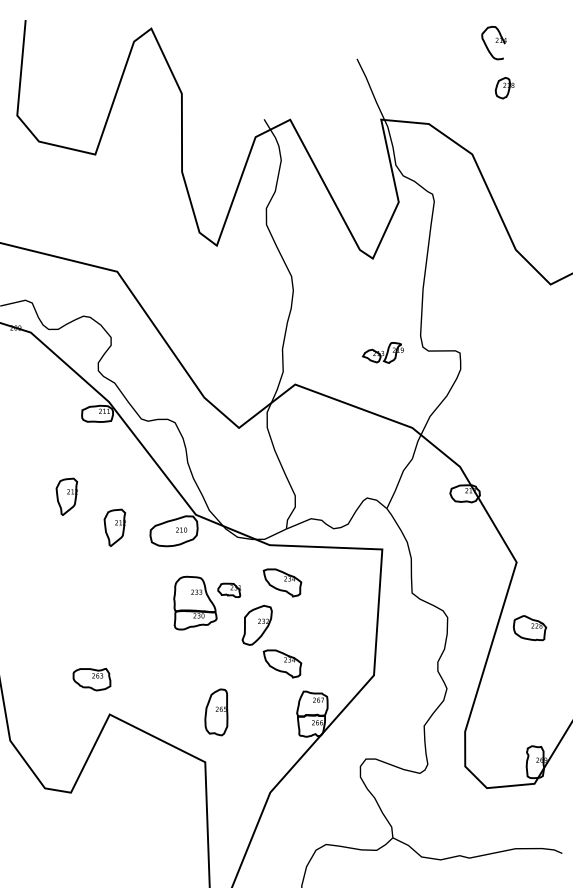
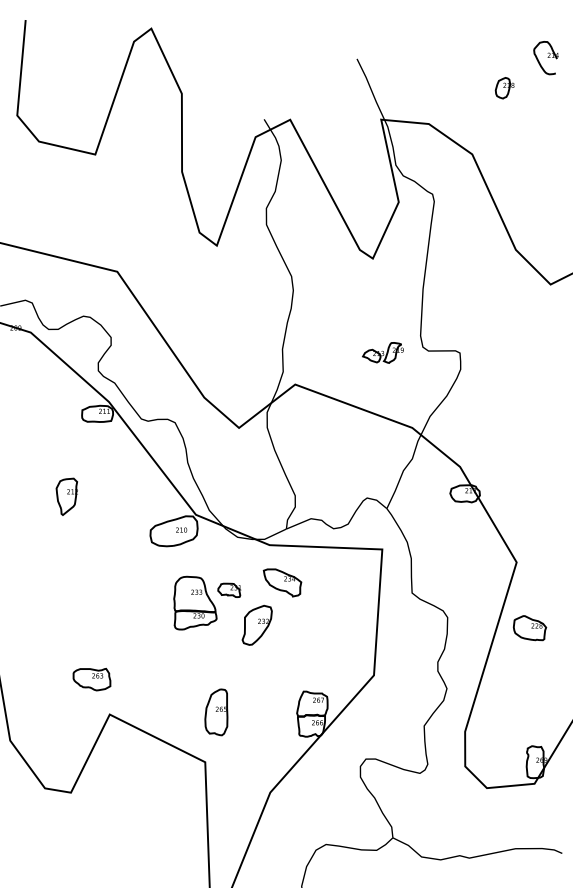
part at (493, 43) position: (493, 43) -> (545, 58)
part at (114, 527): present -> none
part at (282, 663): present -> none
